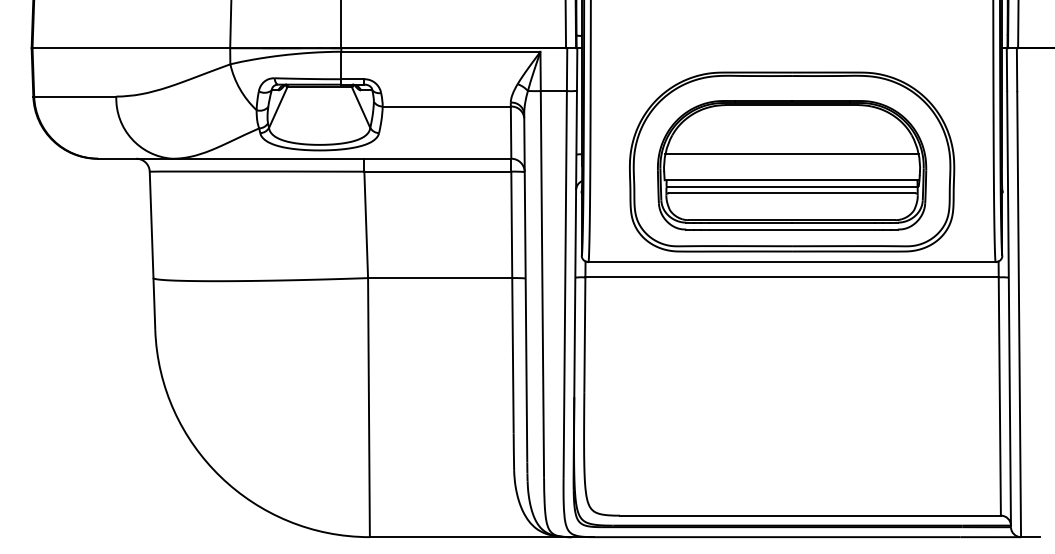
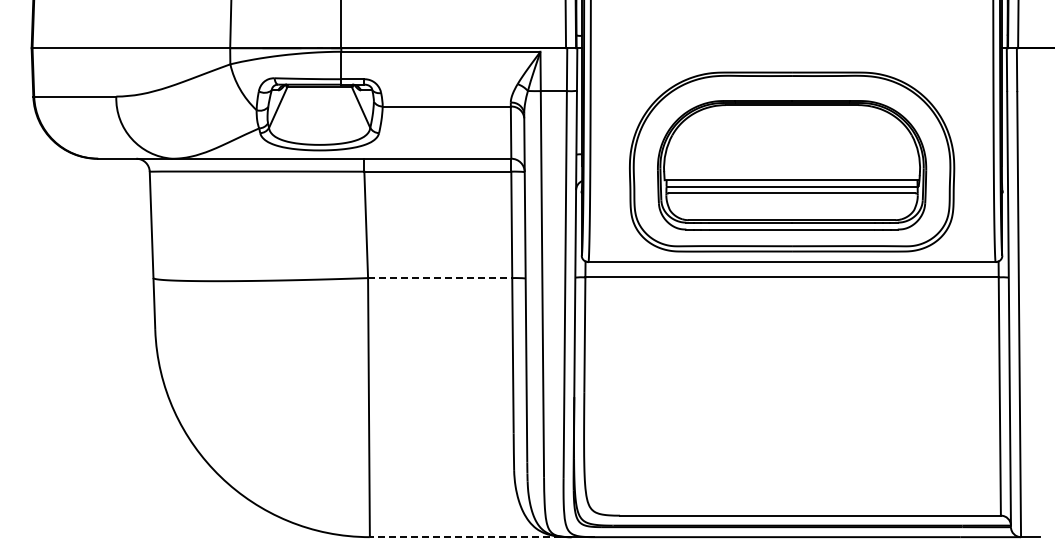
line at (791, 154): present -> none
line at (440, 278): solid -> dashed
line at (470, 537): solid -> dashed
